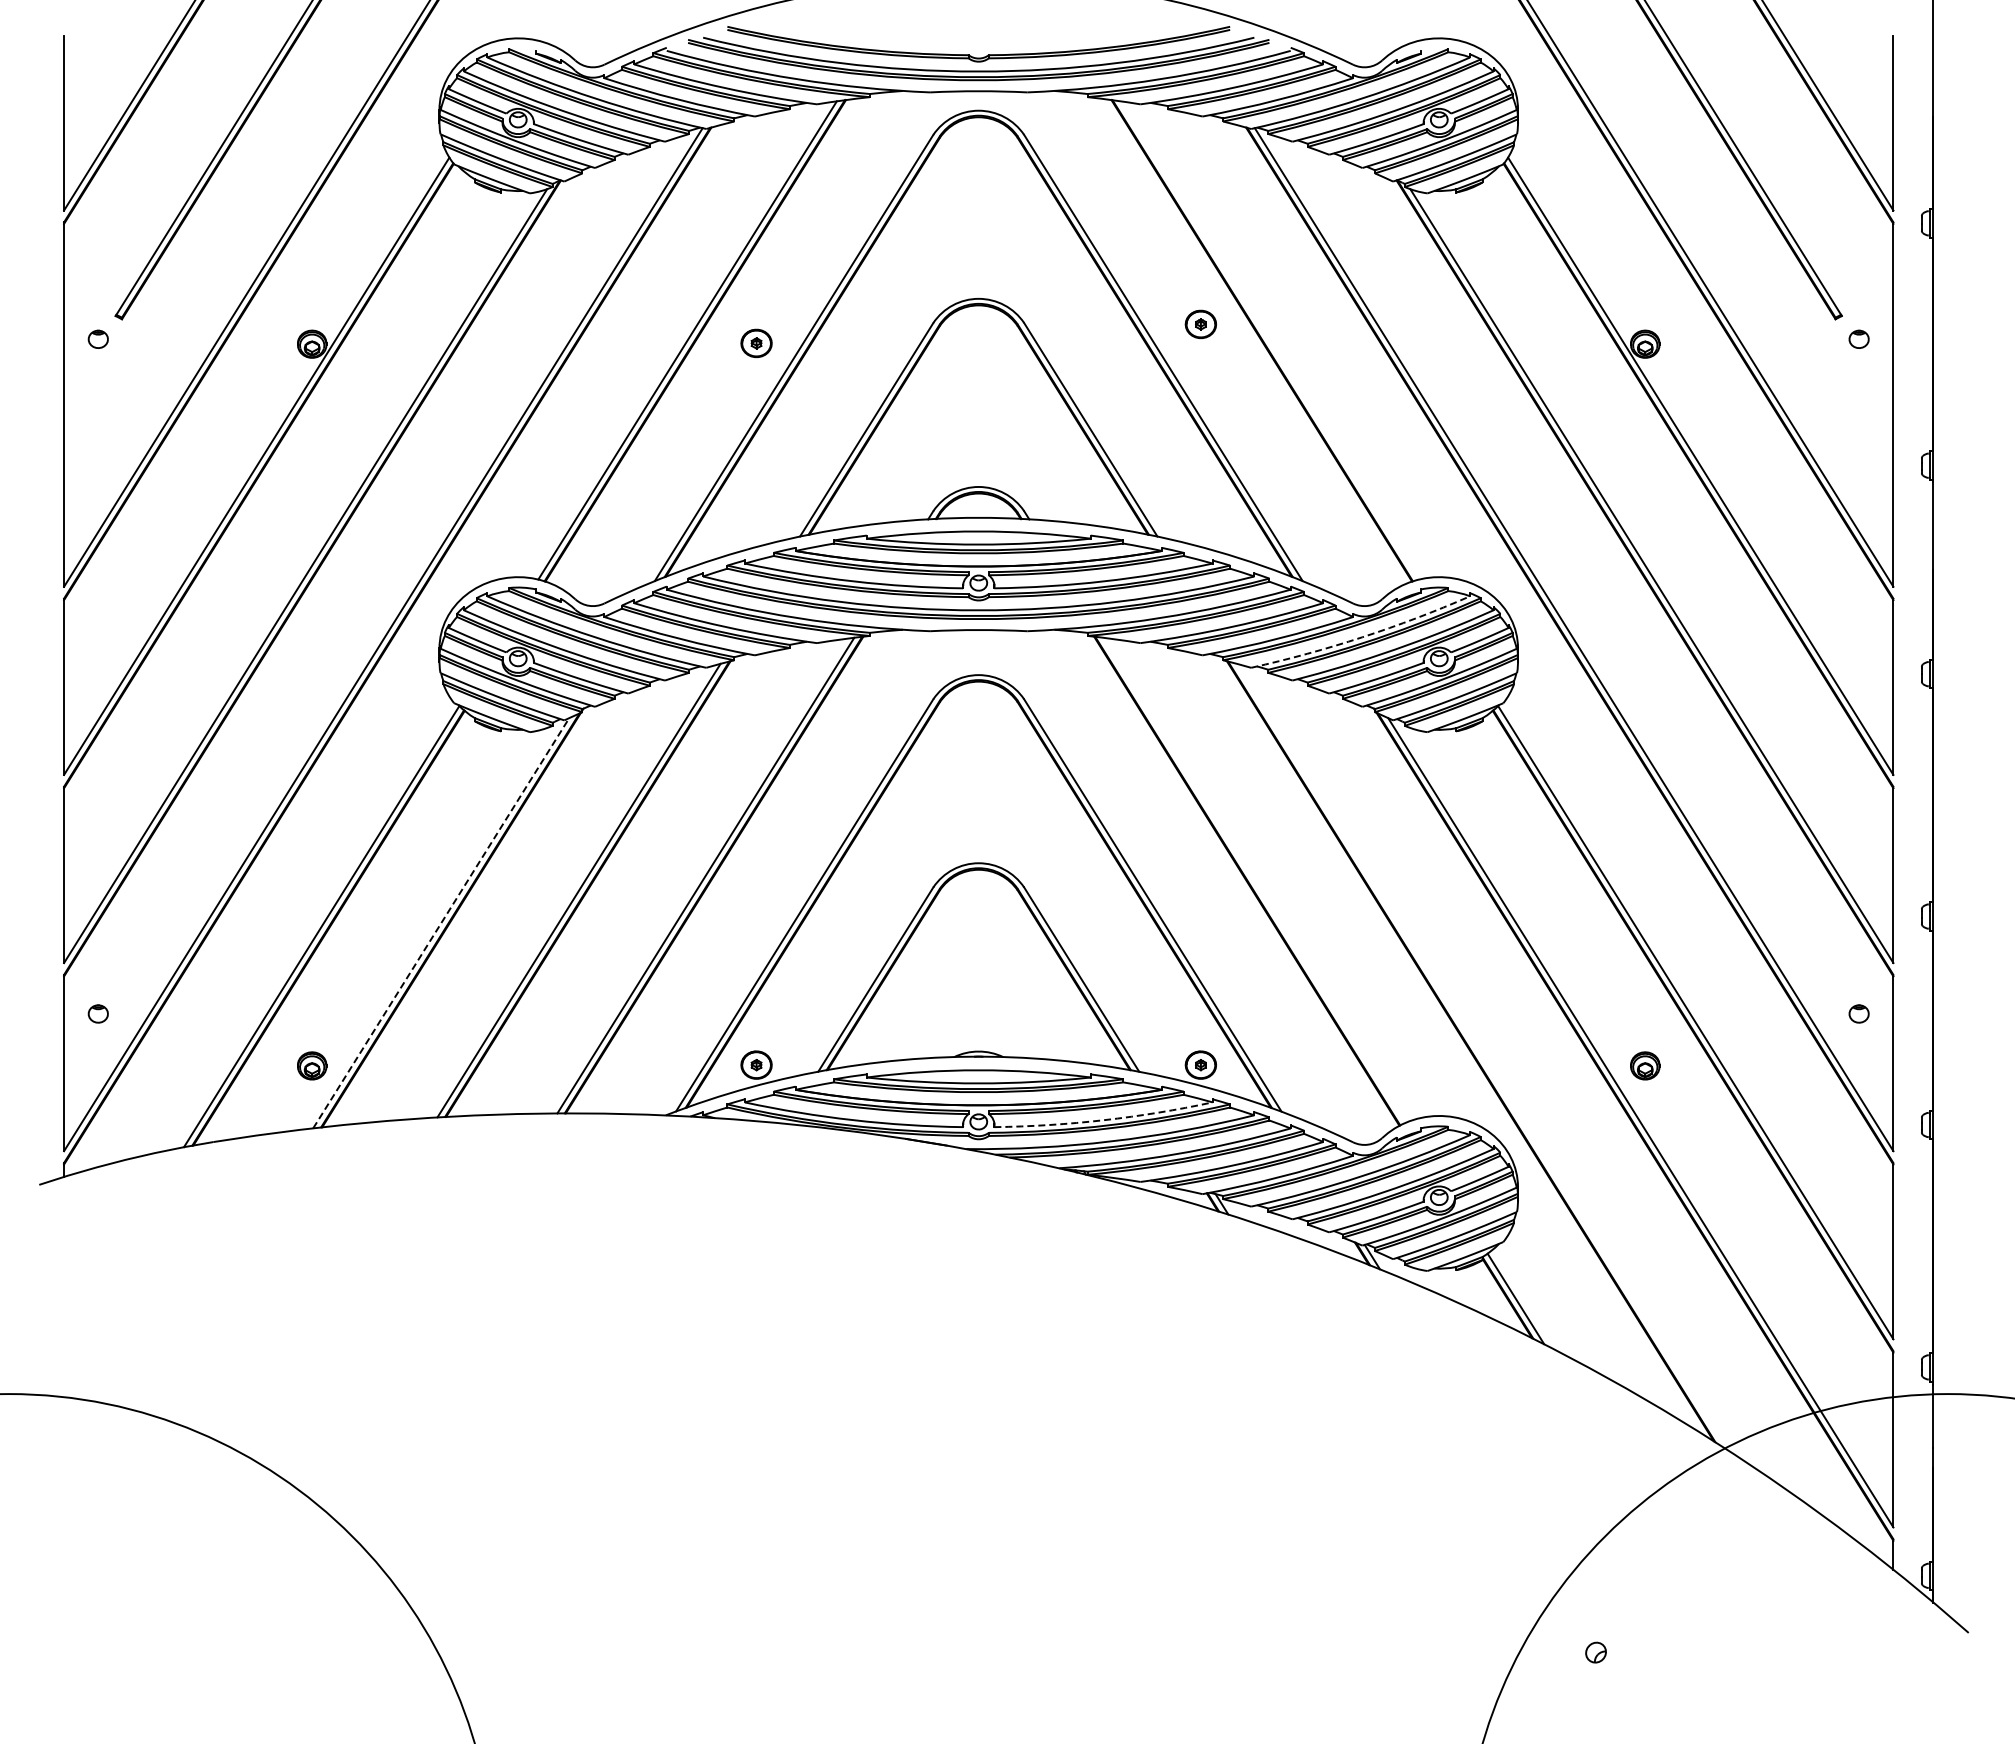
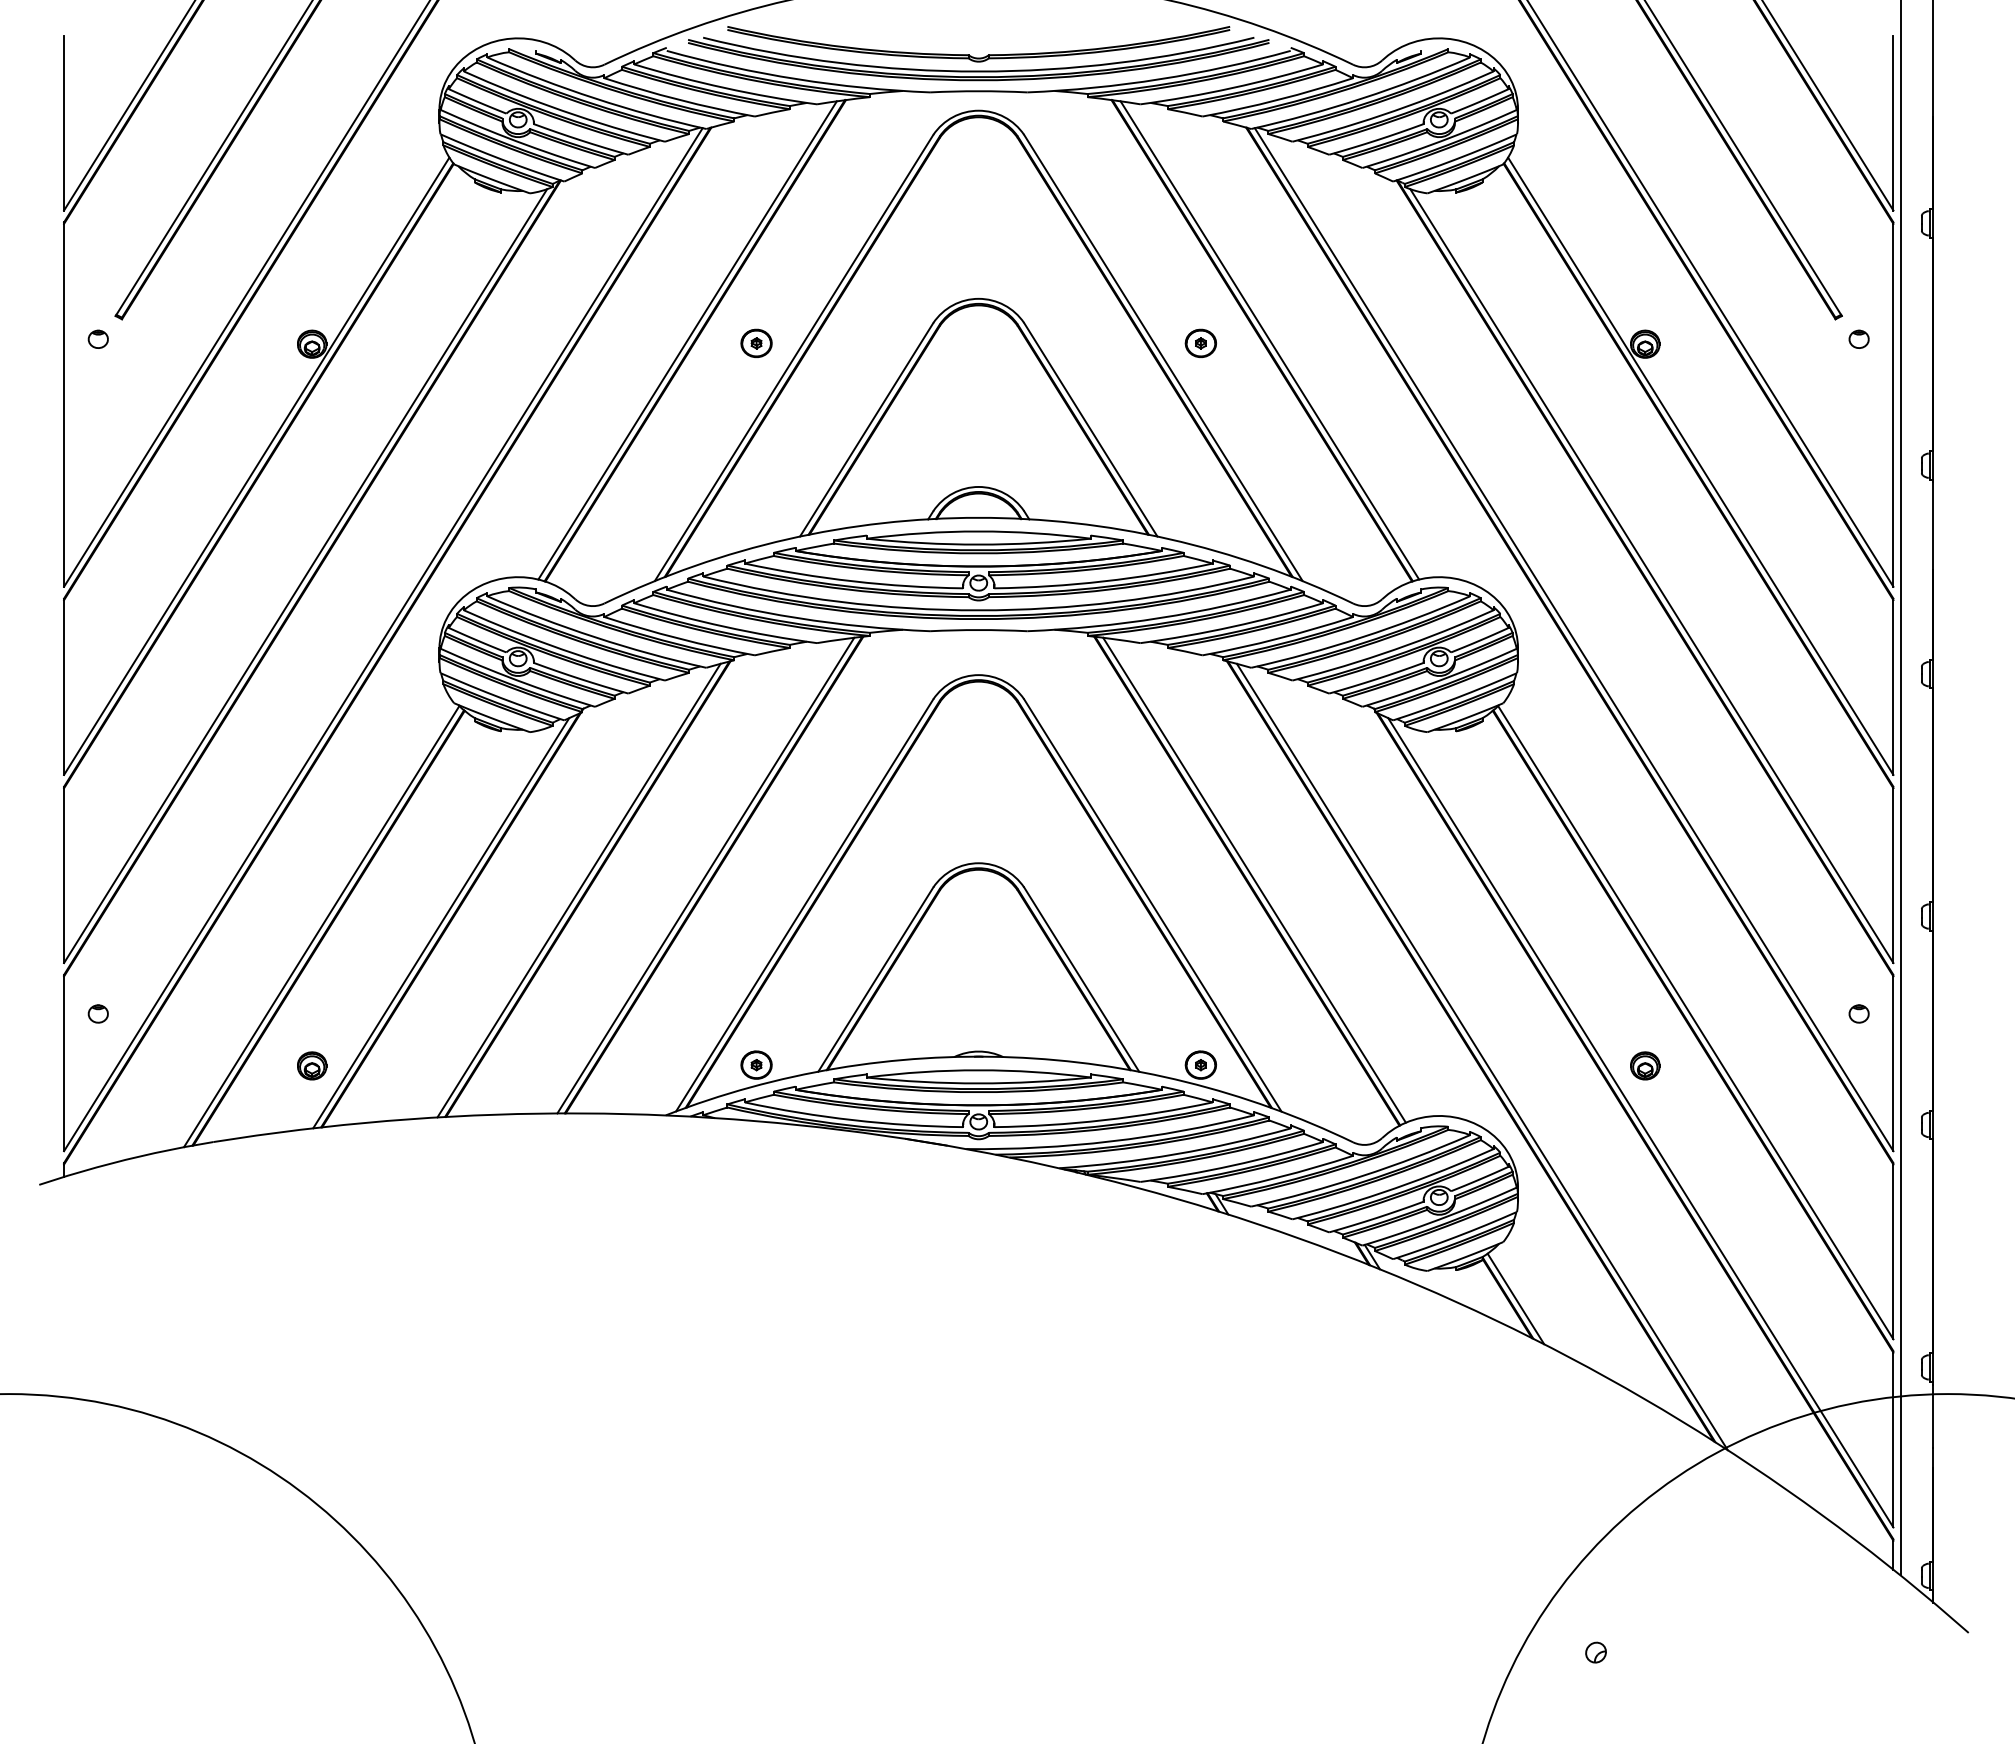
part at (1200, 323) position: (1200, 323) -> (1200, 342)
line at (1269, 340): none -> present
arc at (1362, 637): dashed -> solid
line at (1900, 788): none -> present
line at (1254, 879): none -> present
line at (441, 923): dashed -> solid
line at (1481, 1056): none -> present
arc at (1104, 1120): dashed -> solid
